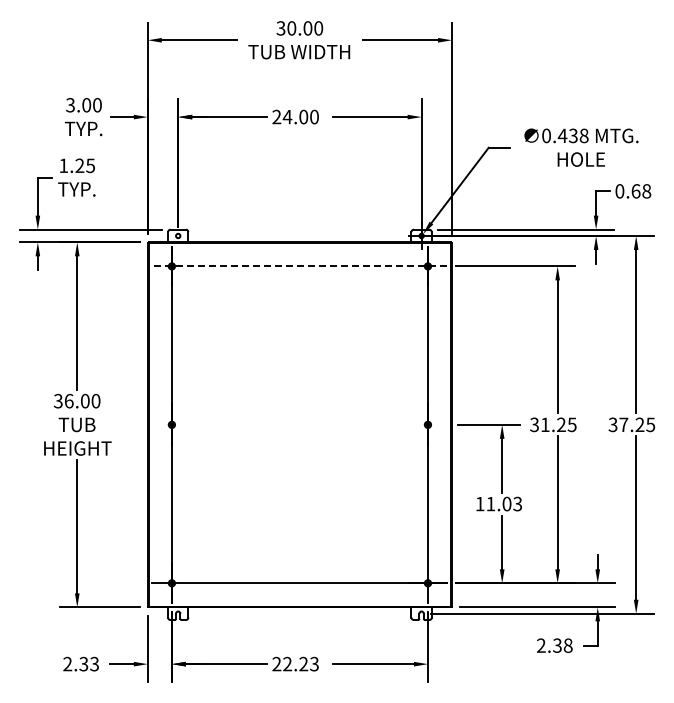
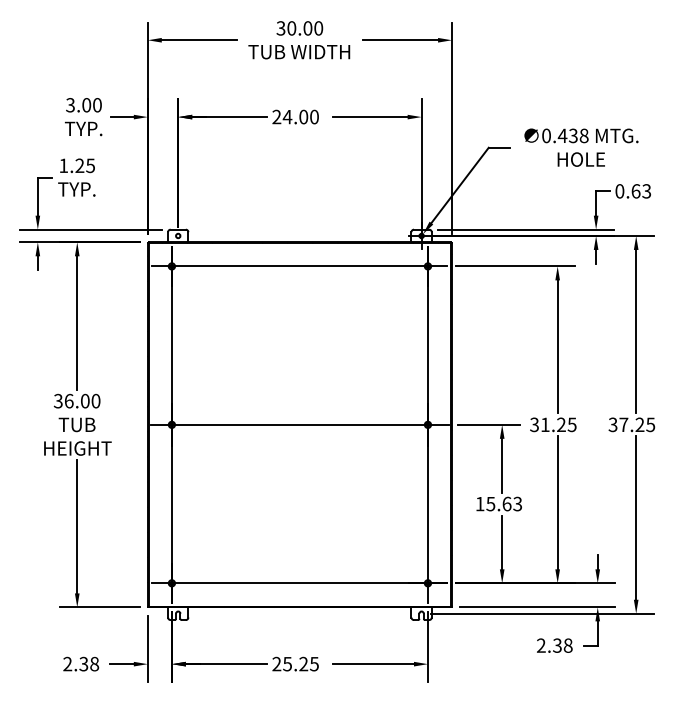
text at (646, 191): 0.68 -> 0.63
line at (299, 266): dashed -> solid
line at (299, 424): none -> present
text at (498, 503): 11.03 -> 15.63
text at (94, 663): 2.33 -> 2.38
text at (300, 663): 22.23 -> 25.25
